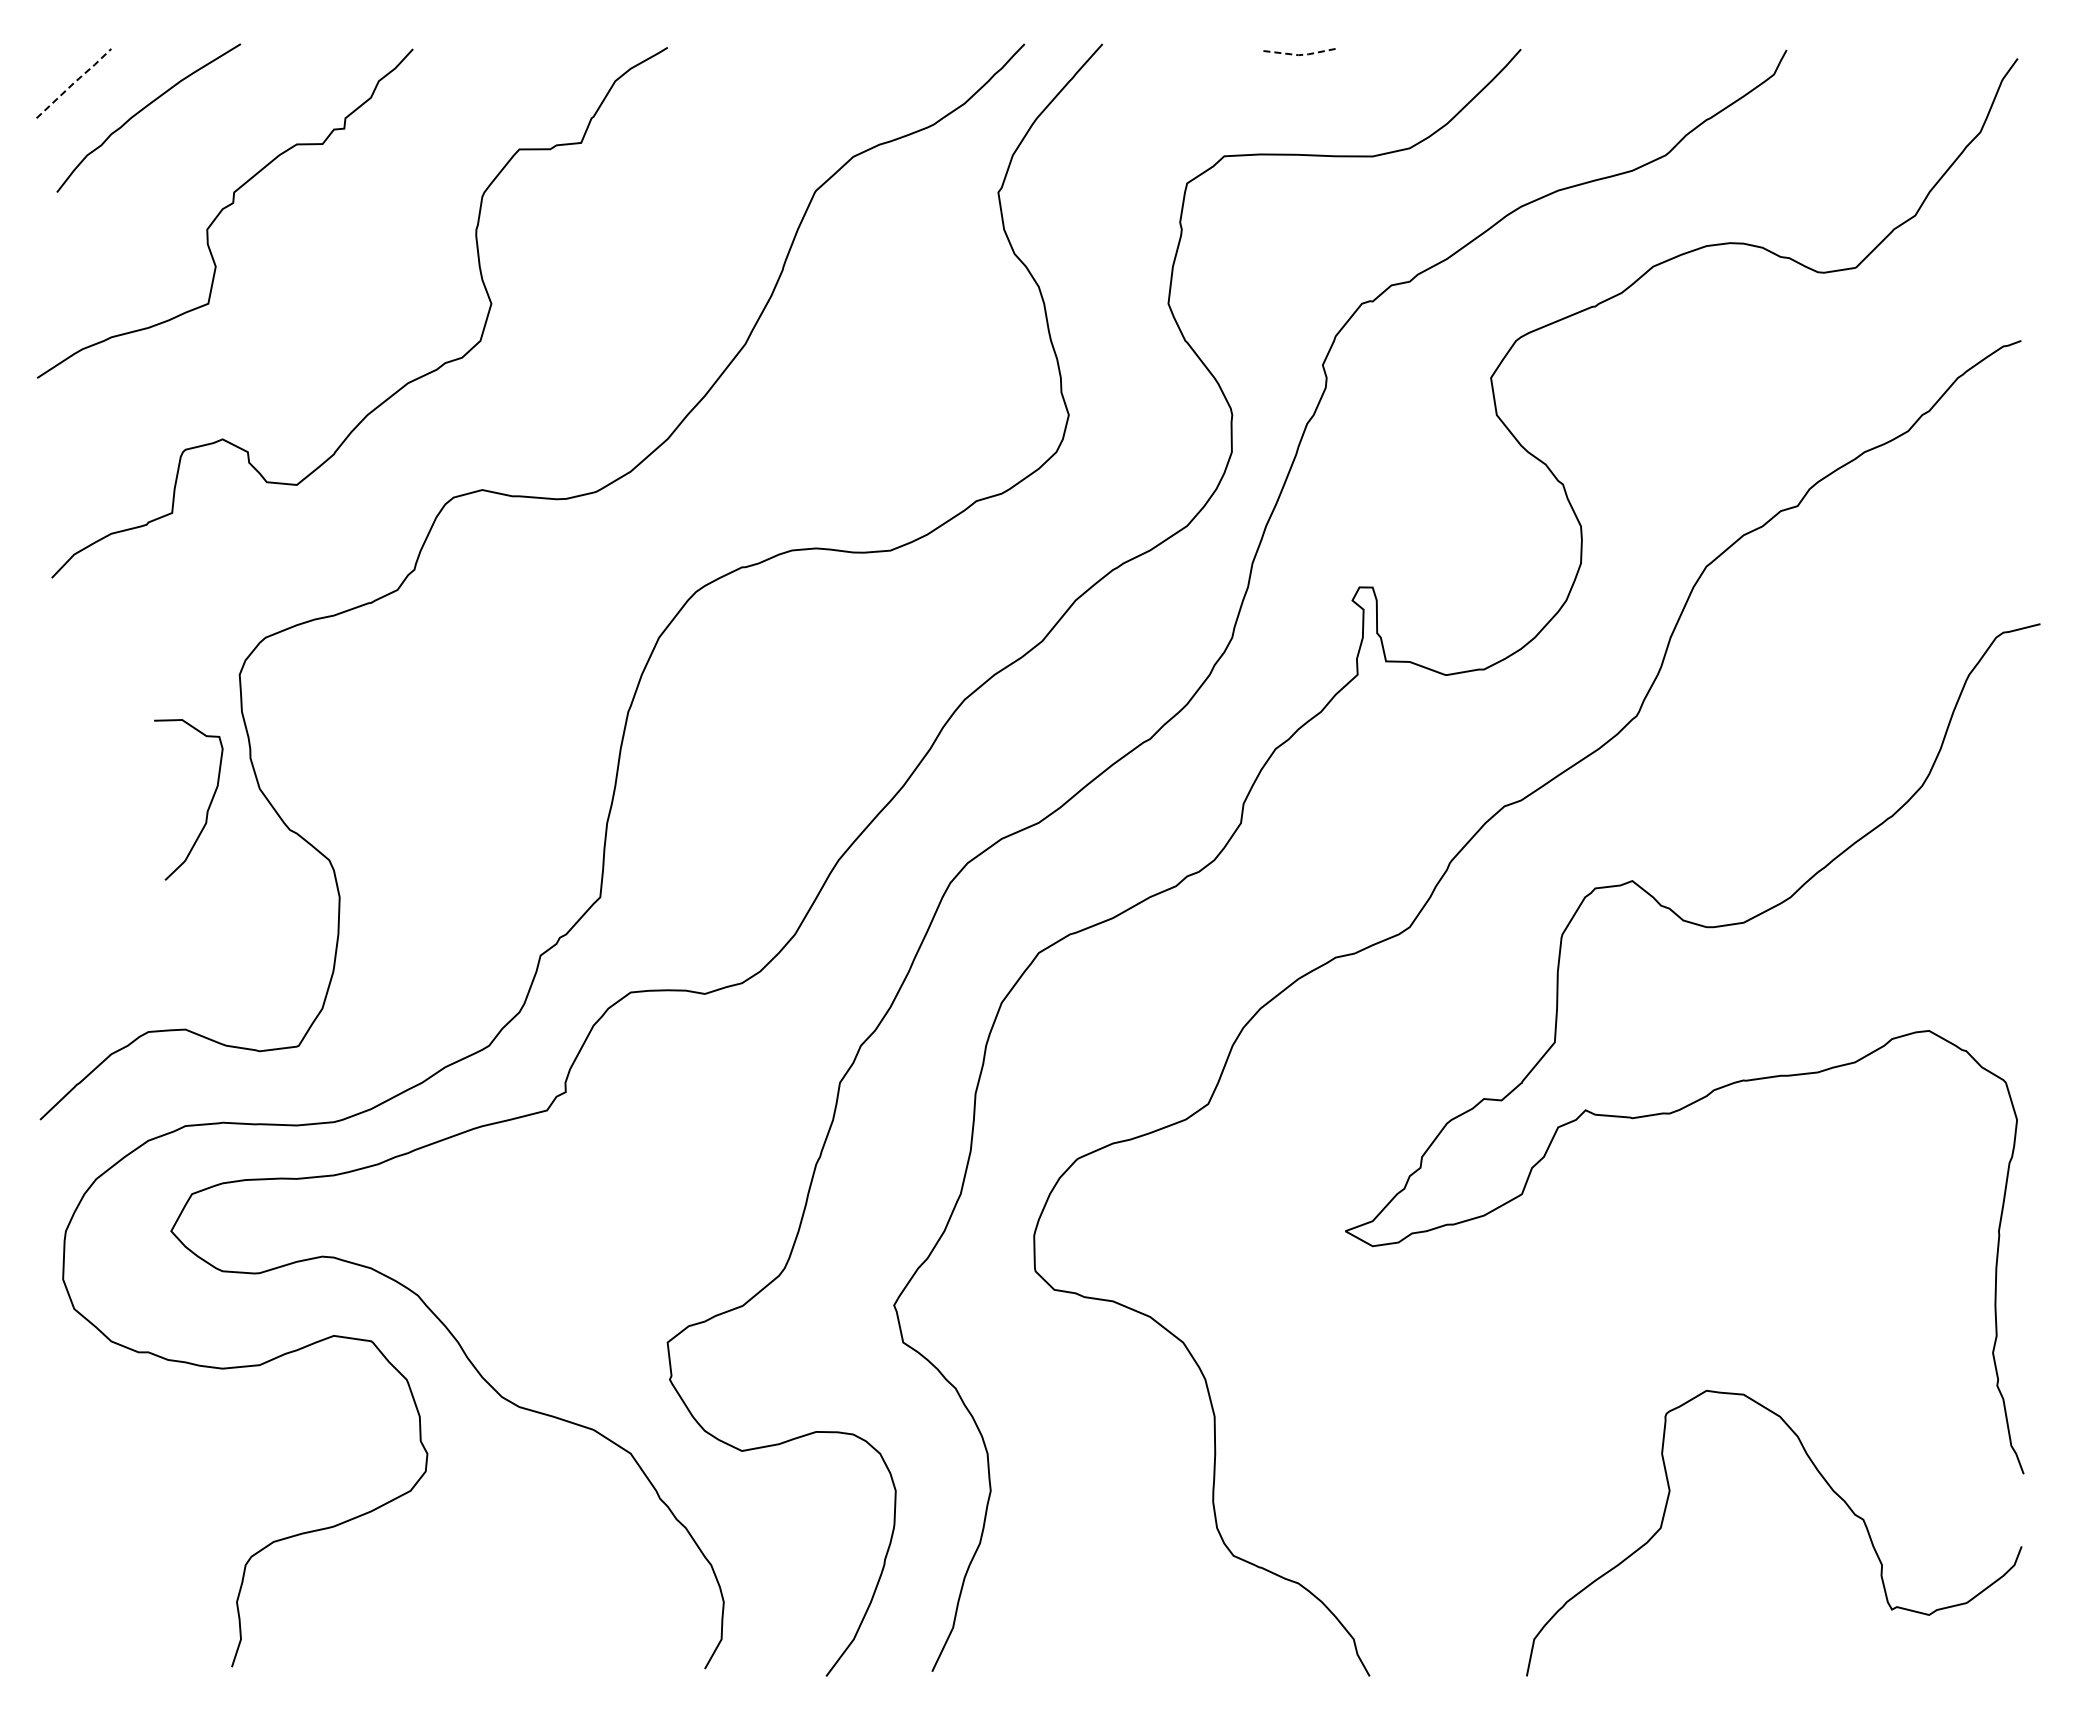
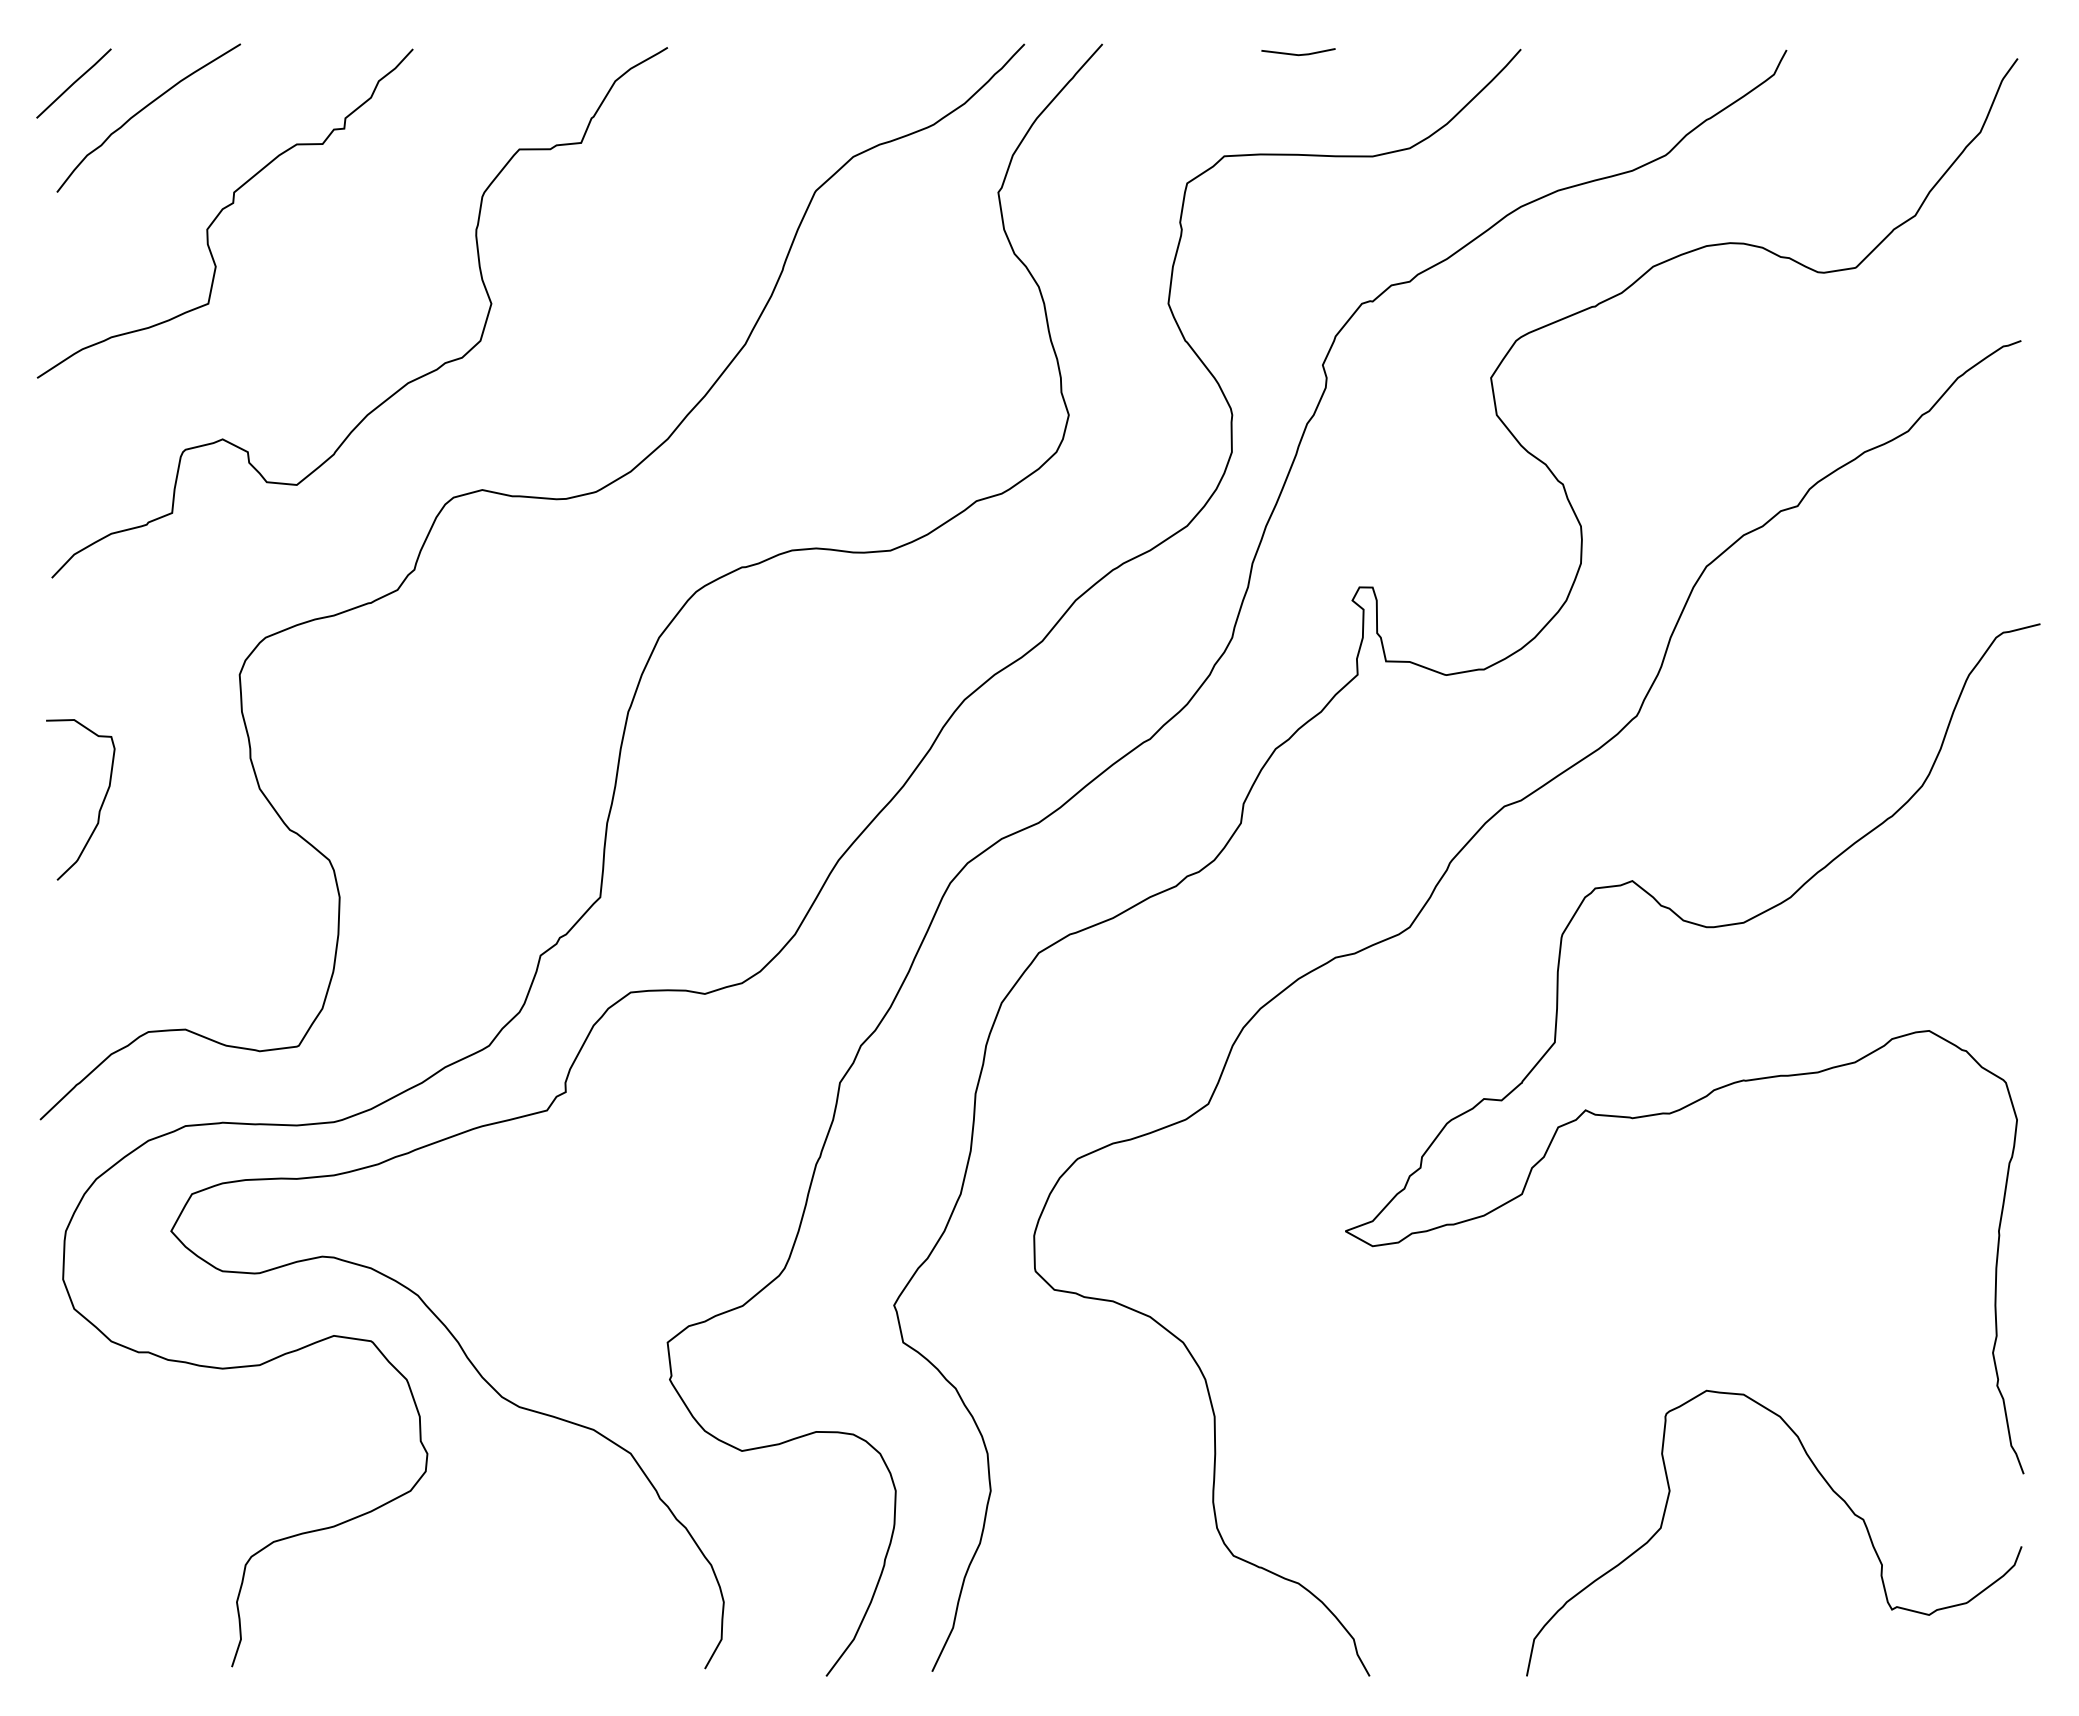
line at (1298, 55): dashed -> solid
line at (74, 82): dashed -> solid
curve at (207, 808) position: (207, 808) -> (99, 808)
